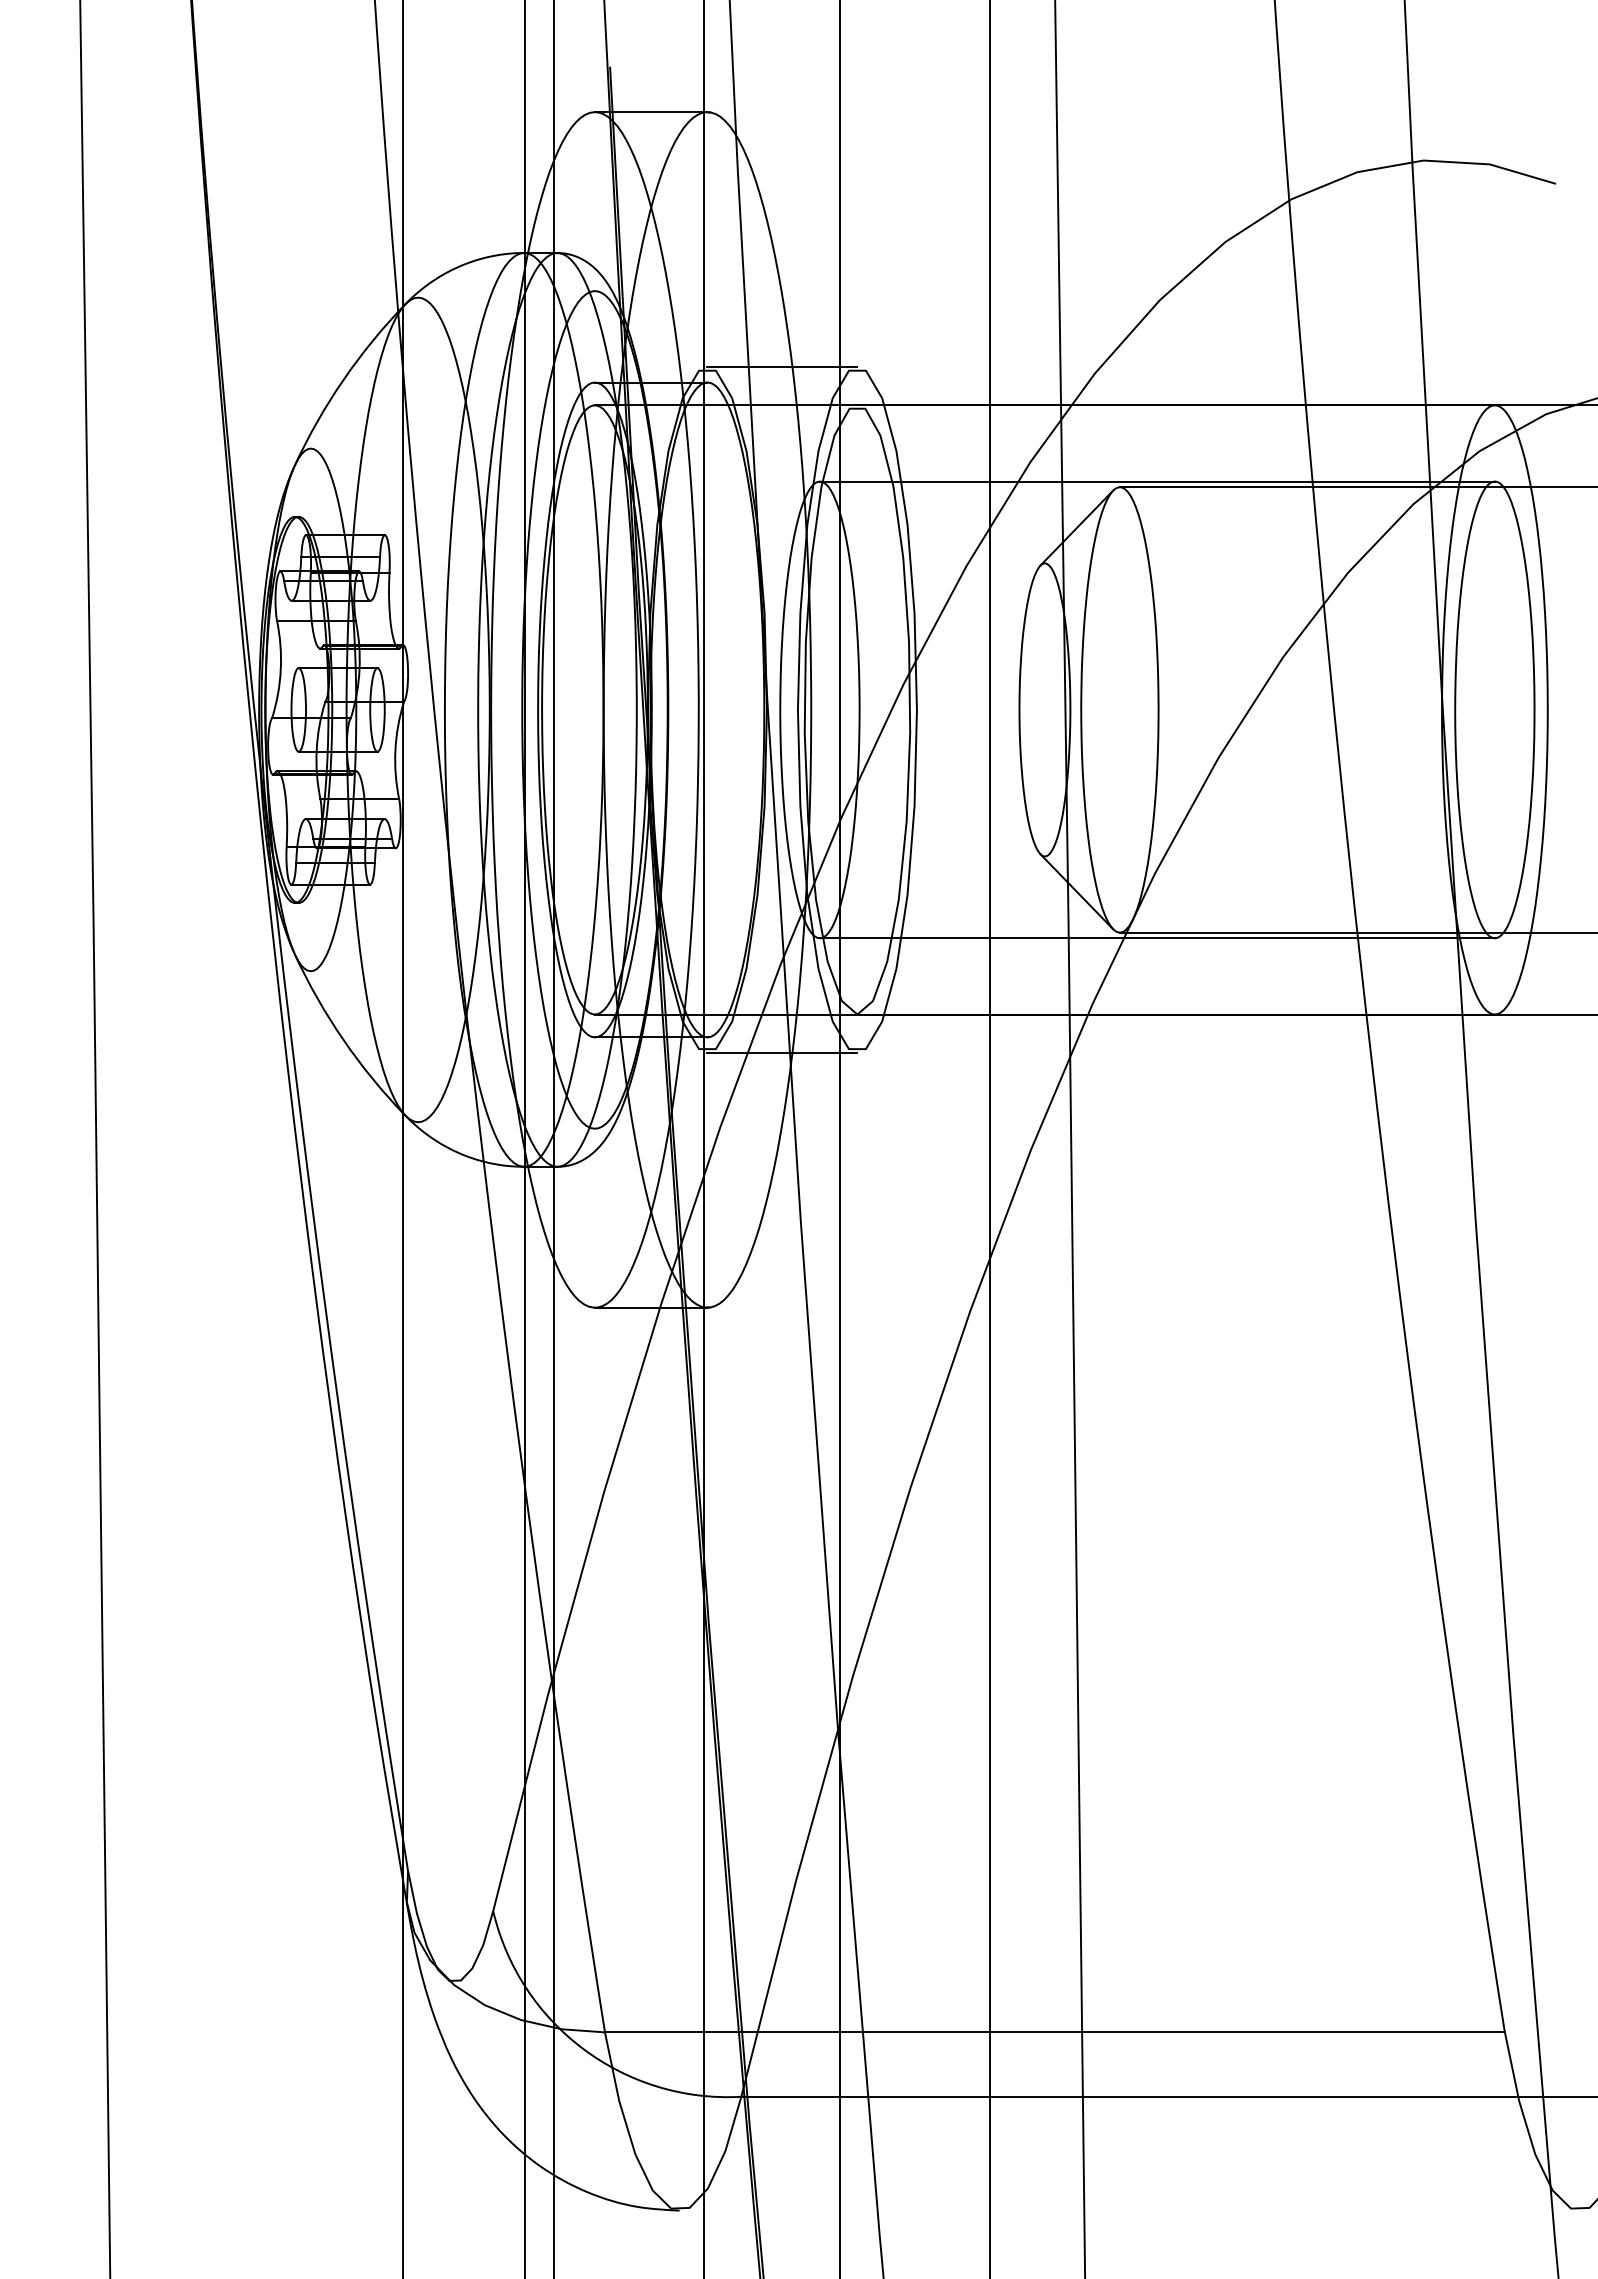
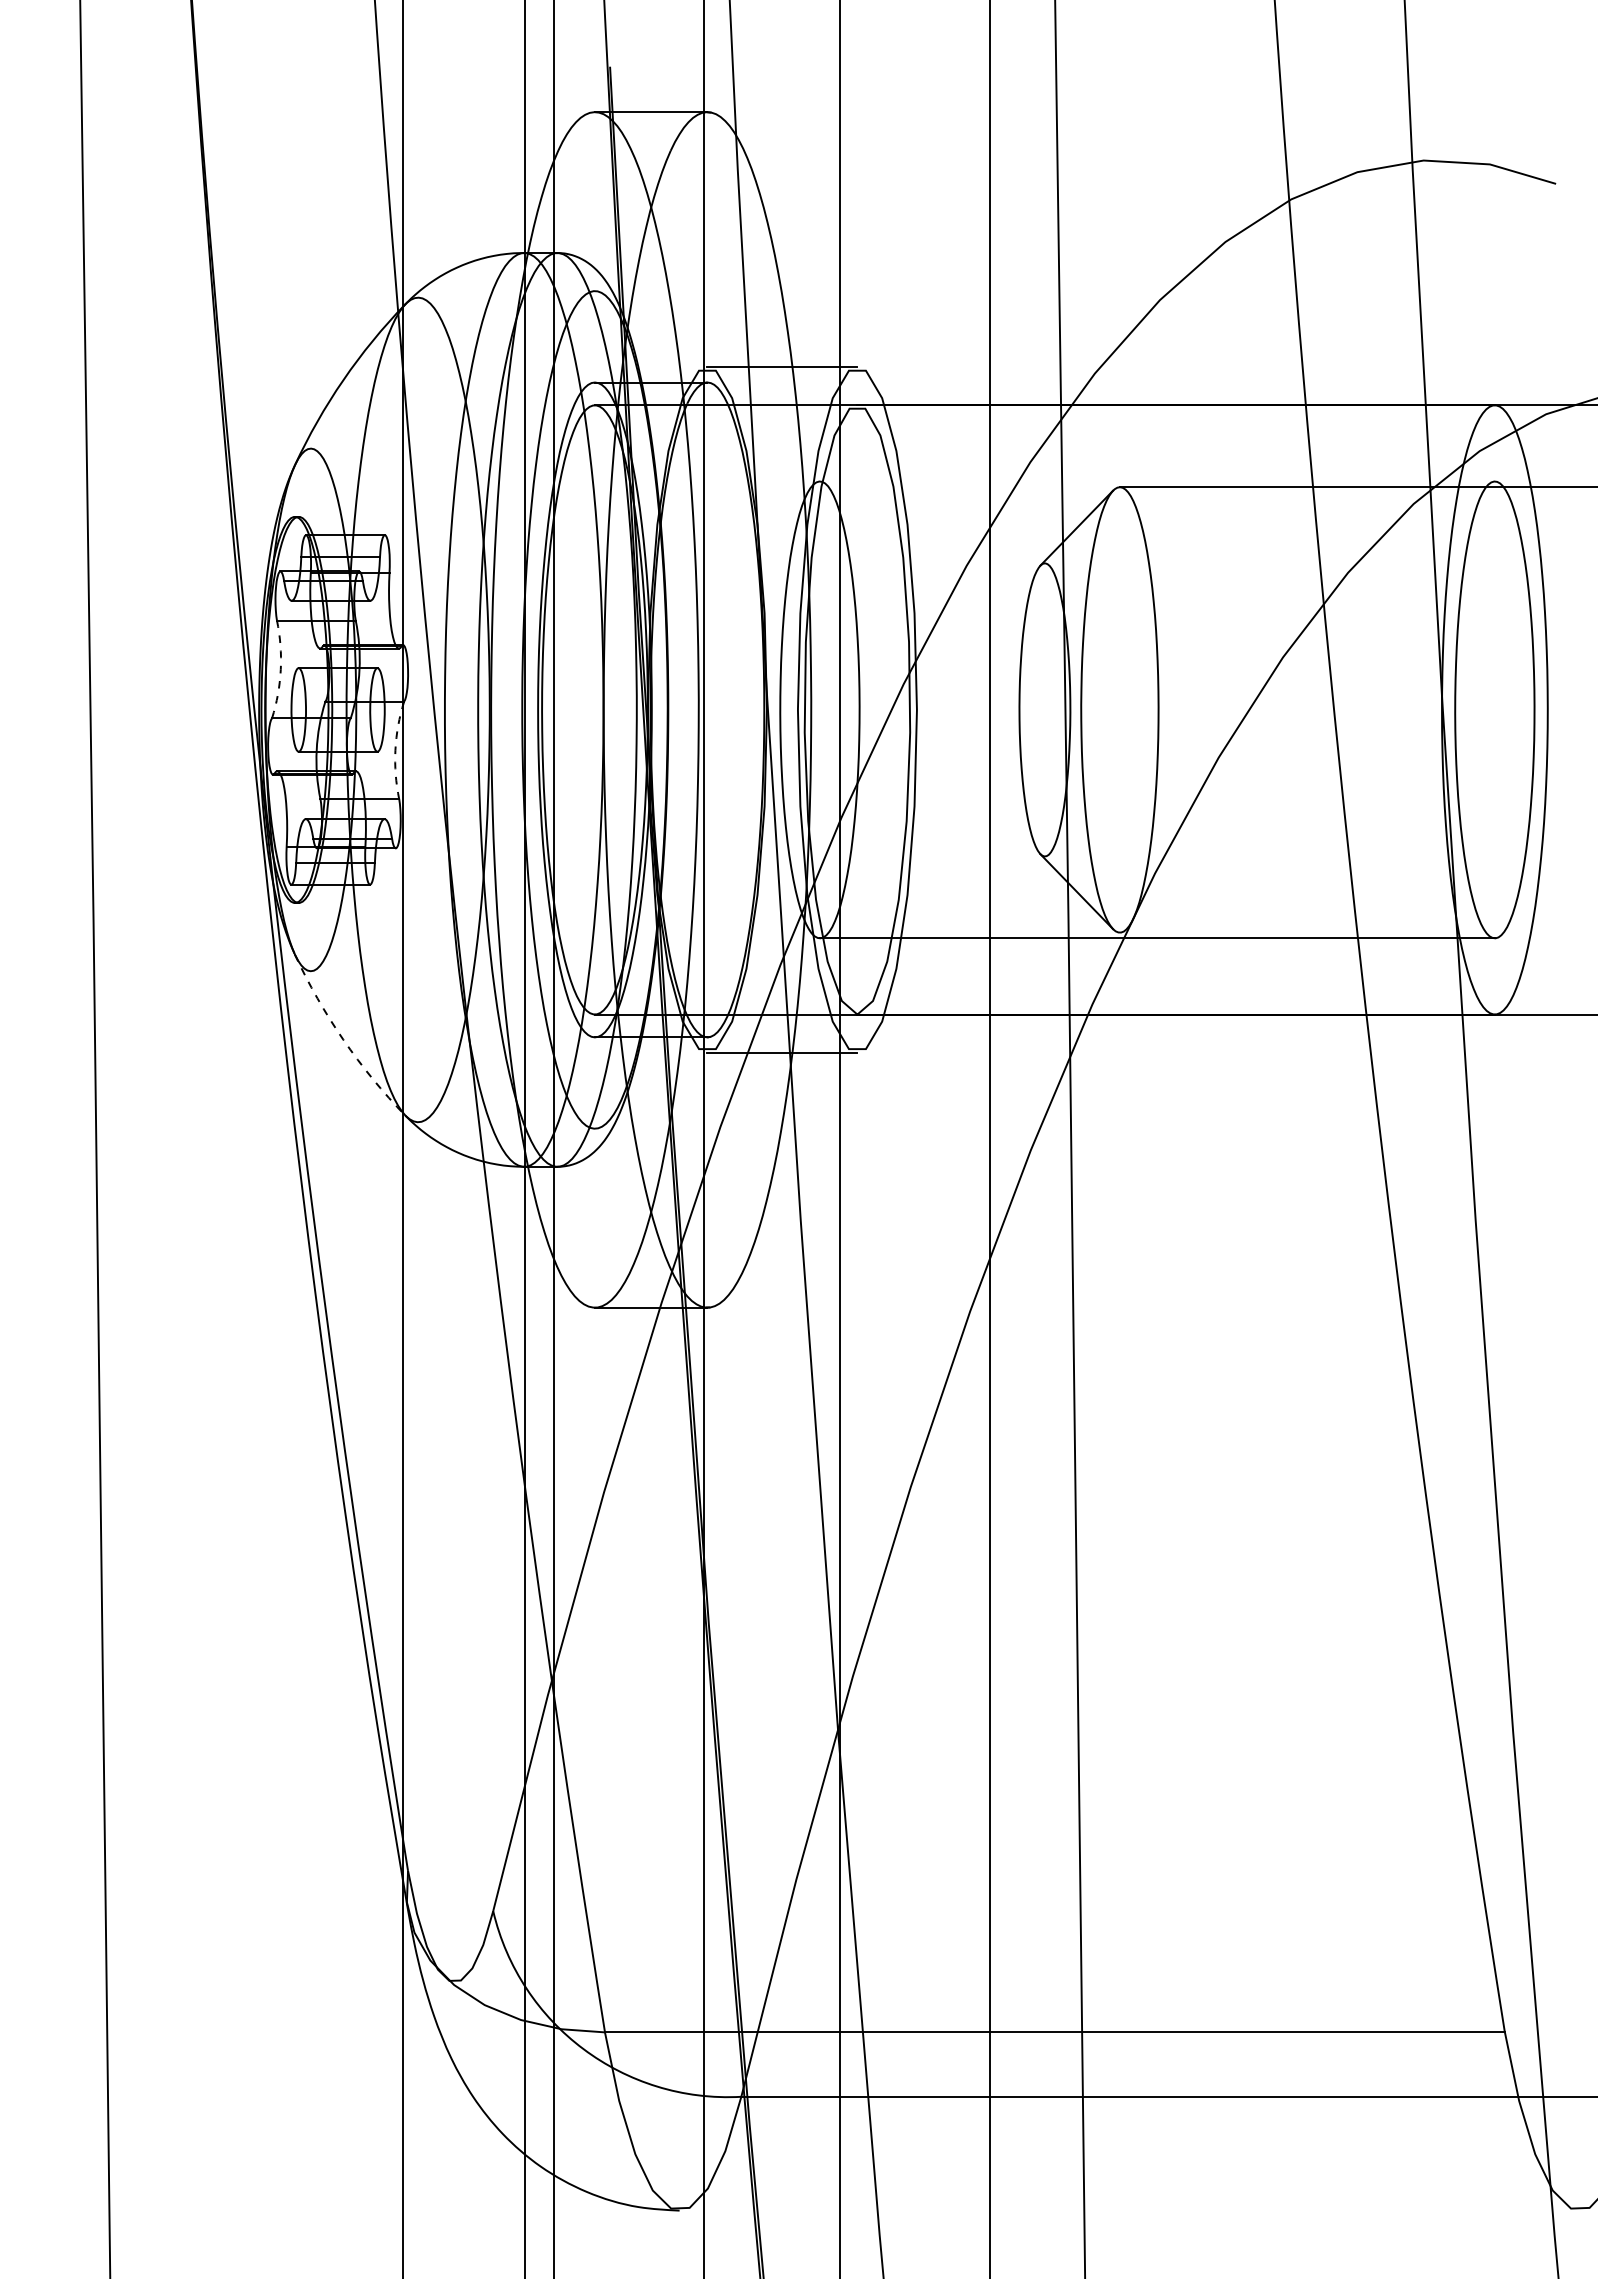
line at (1156, 481): present -> none
arc at (280, 669): solid -> dashed
arc at (395, 750): solid -> dashed
line at (1356, 932): present -> none
arc at (343, 1039): solid -> dashed
